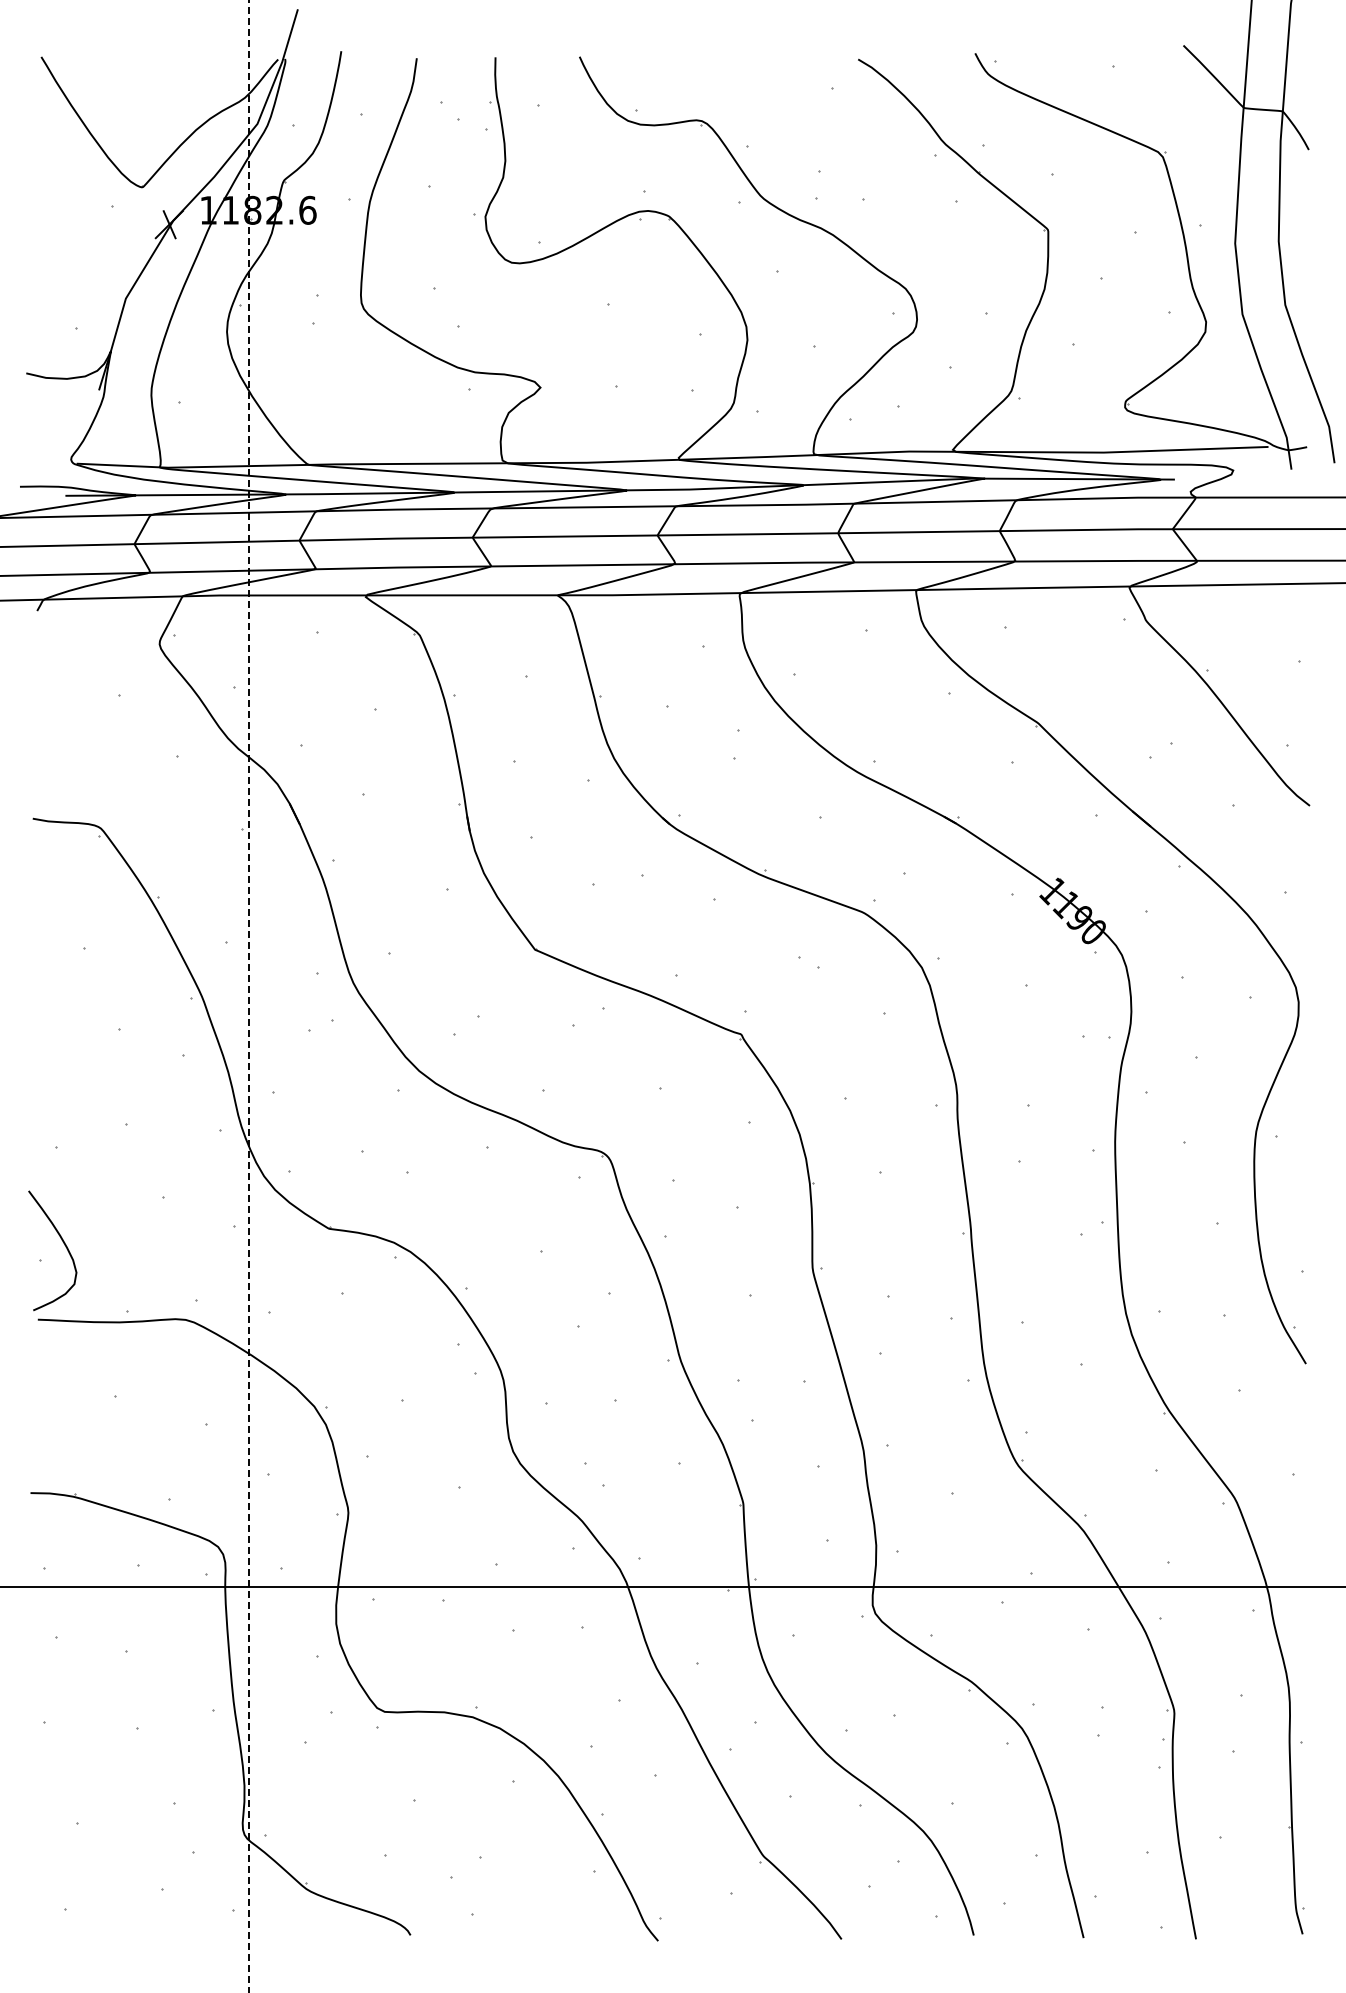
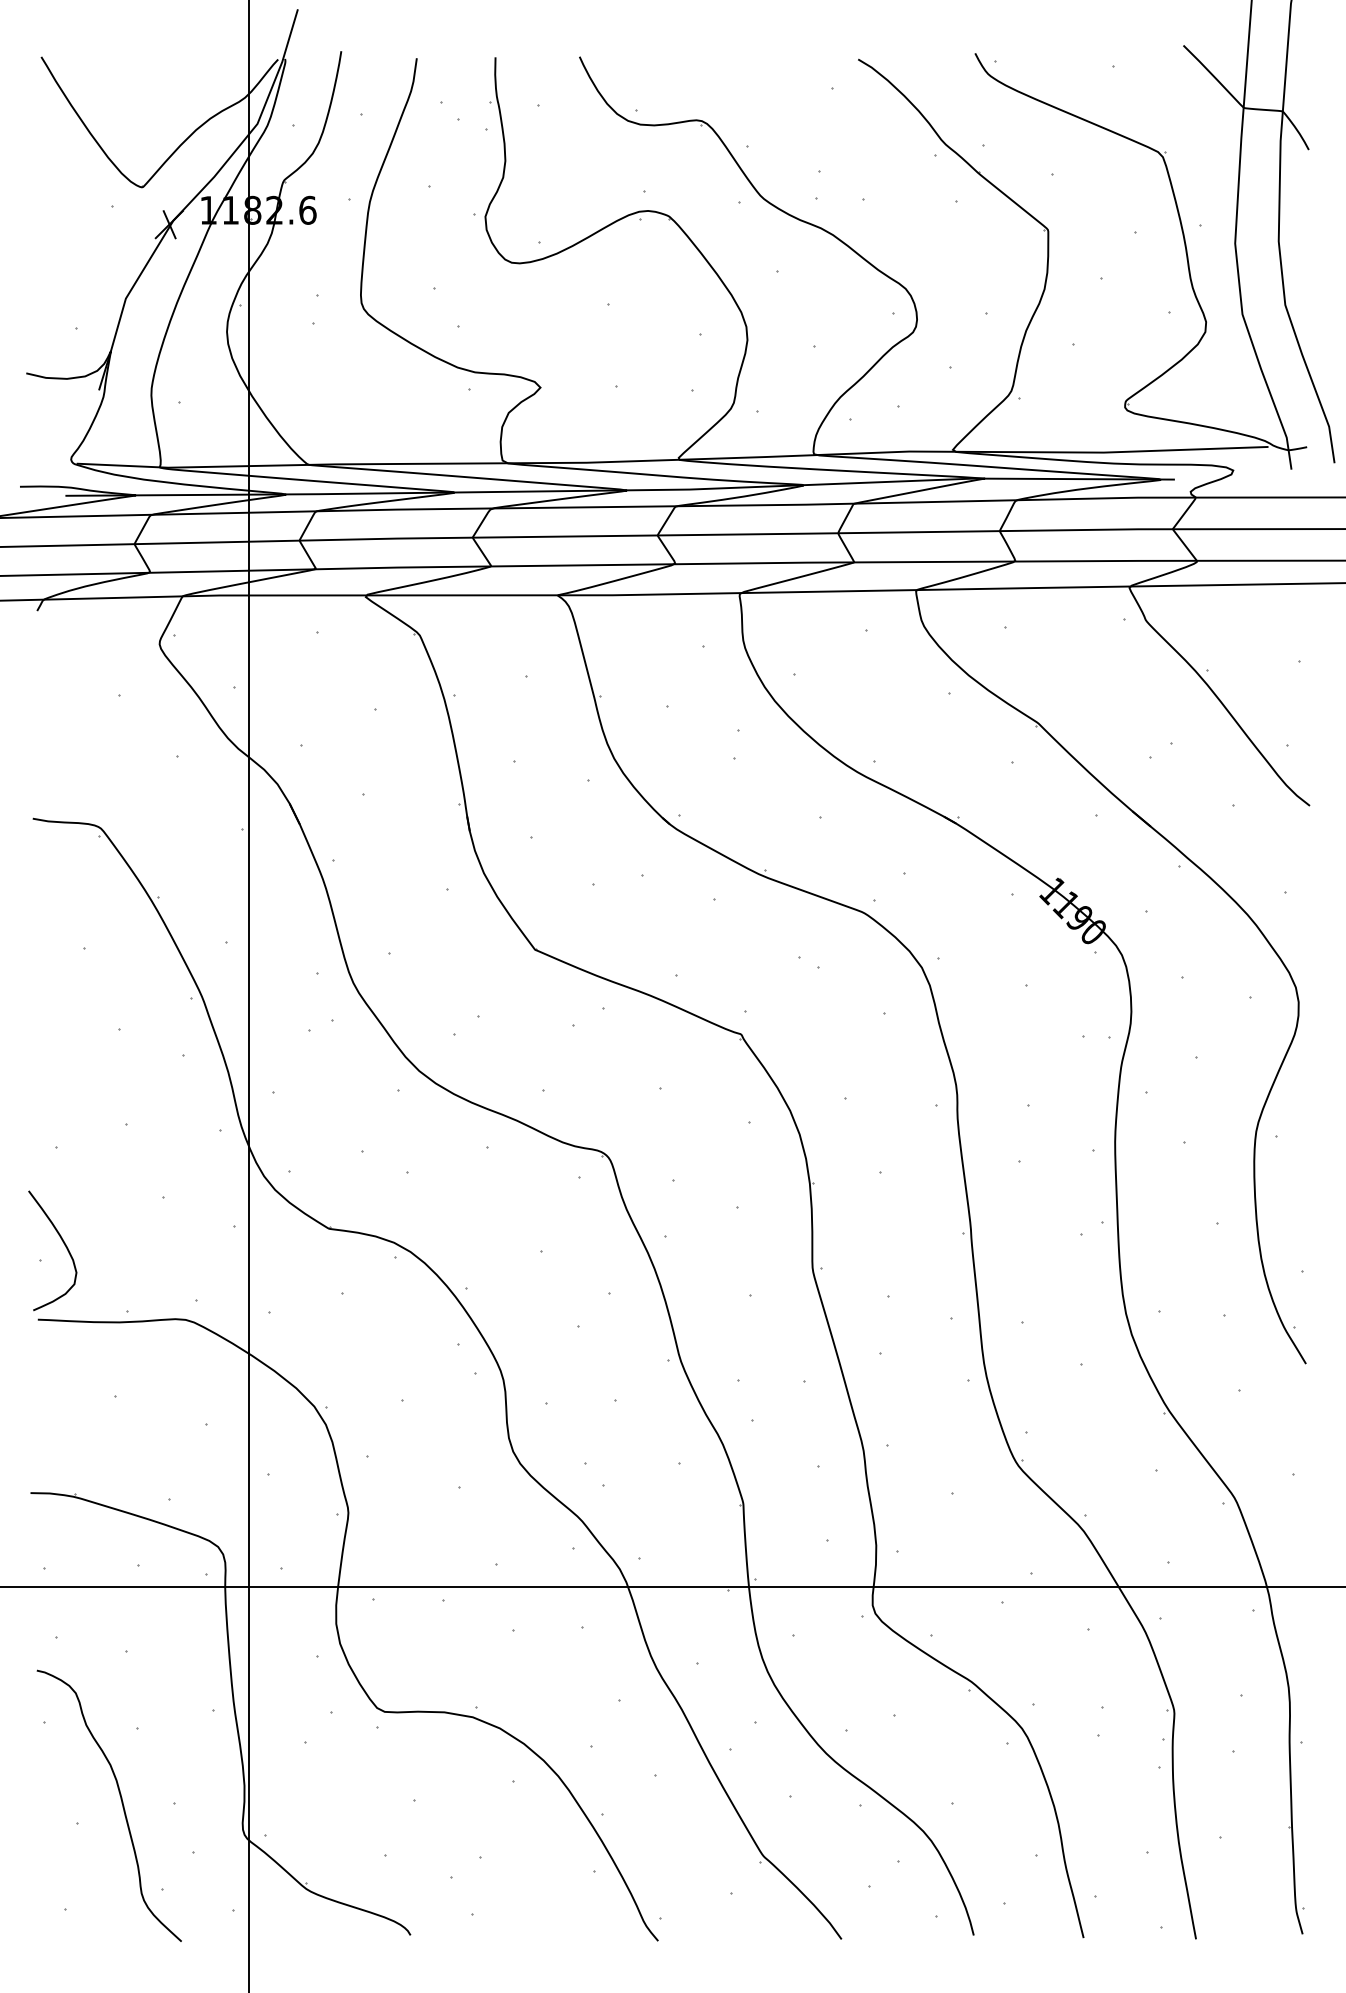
line at (249, 996): dashed -> solid
curve at (121, 1803): none -> present
